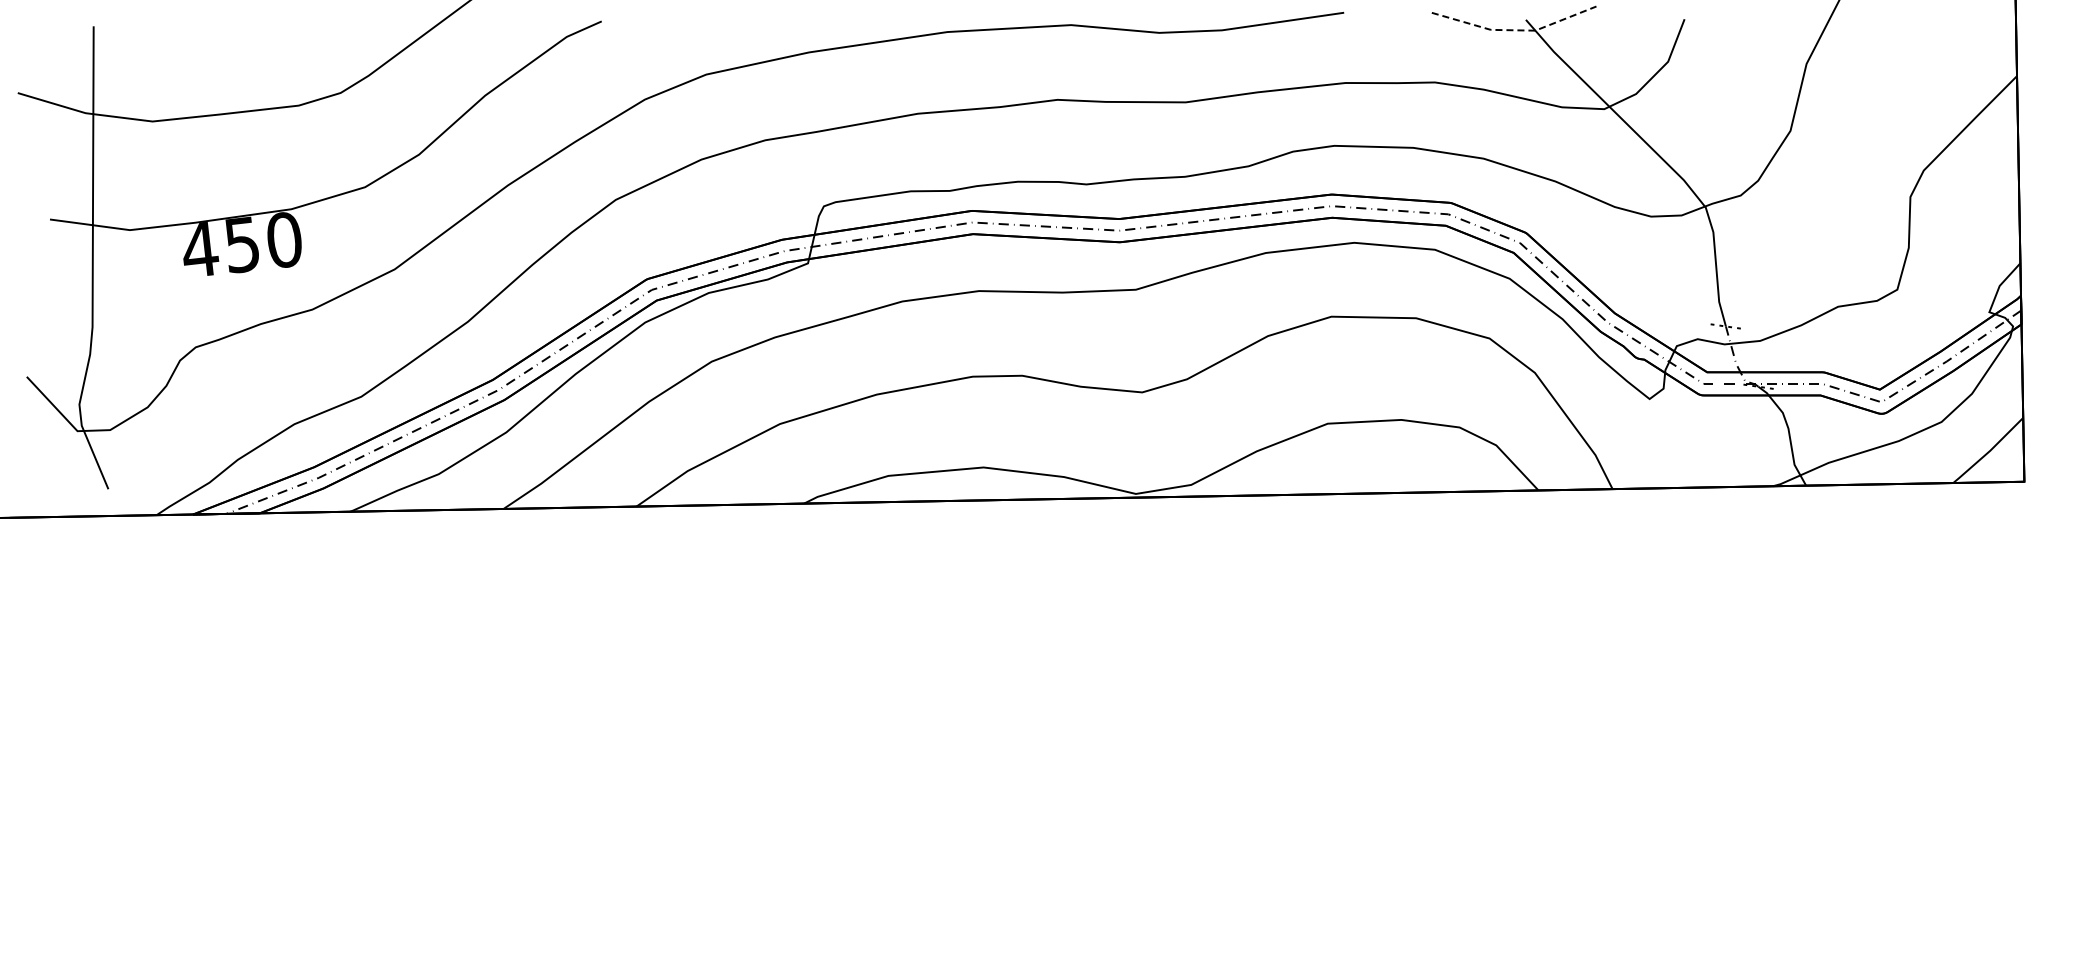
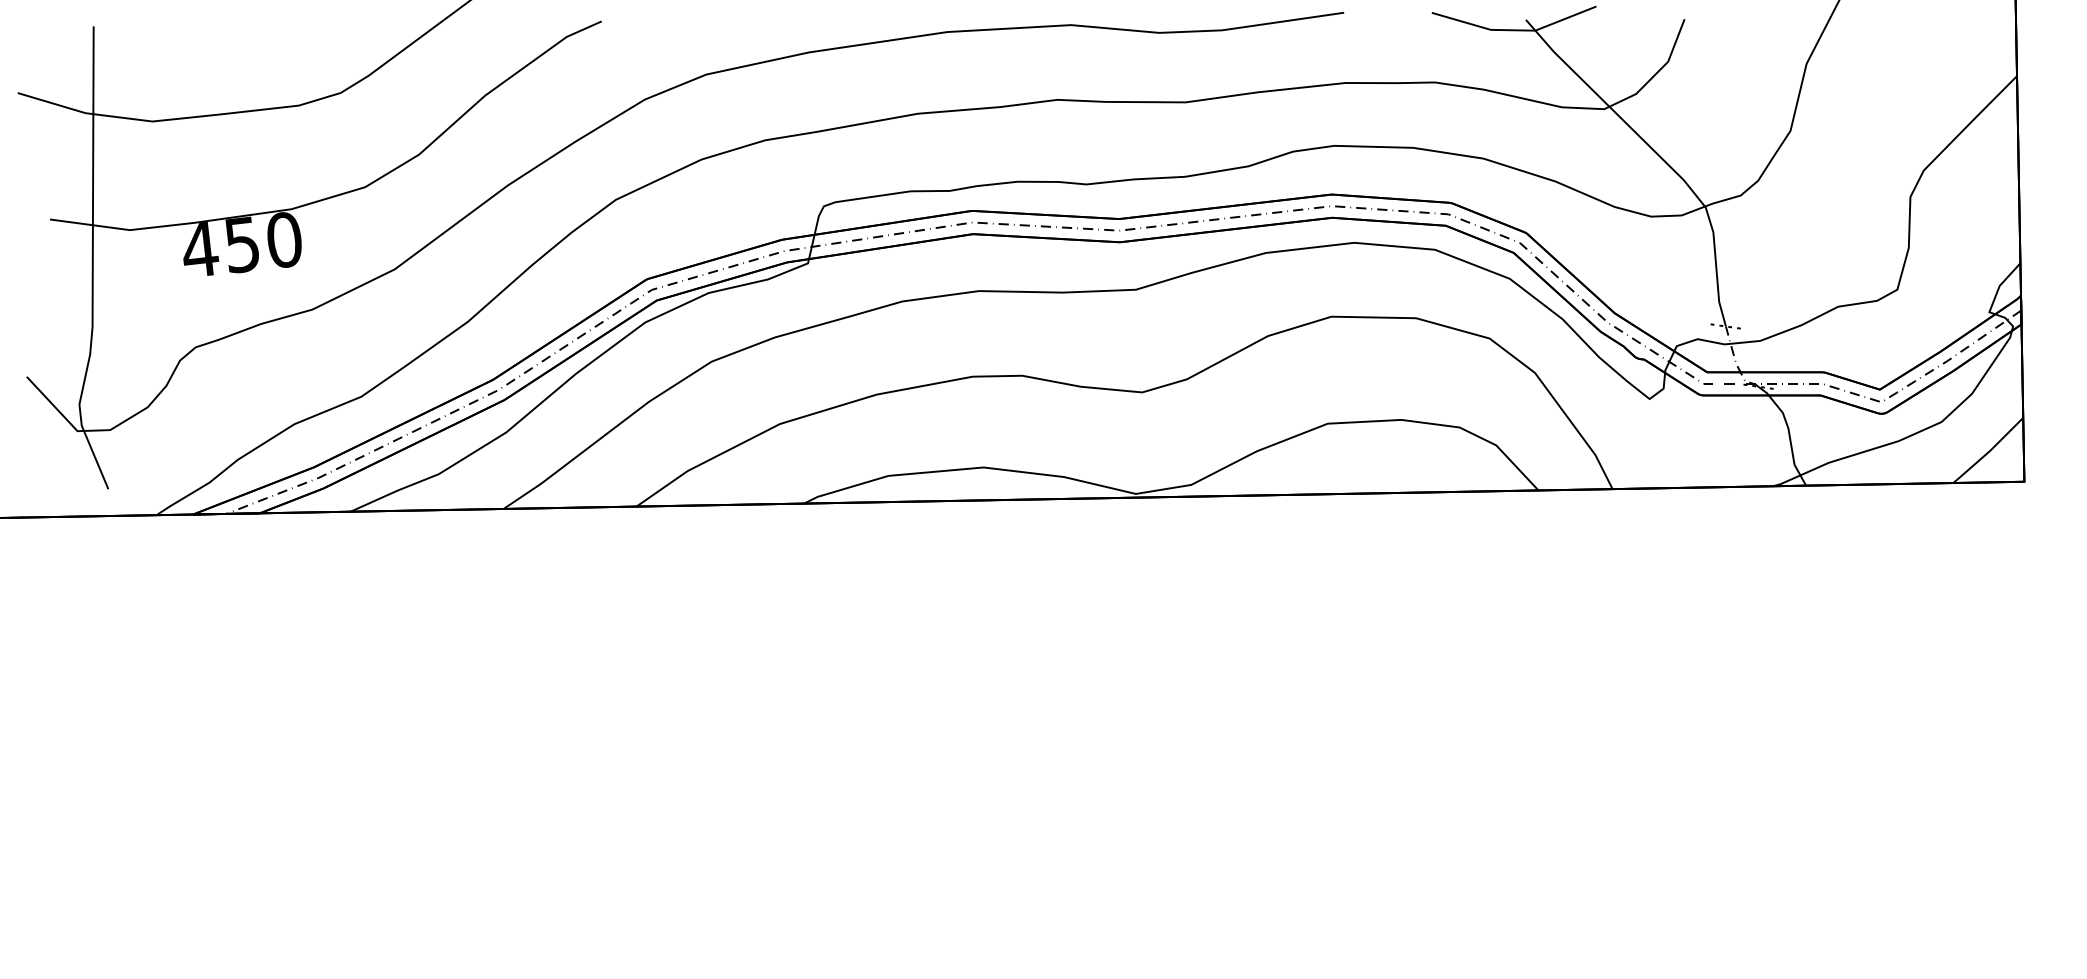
line at (1515, 30): dashed -> solid
